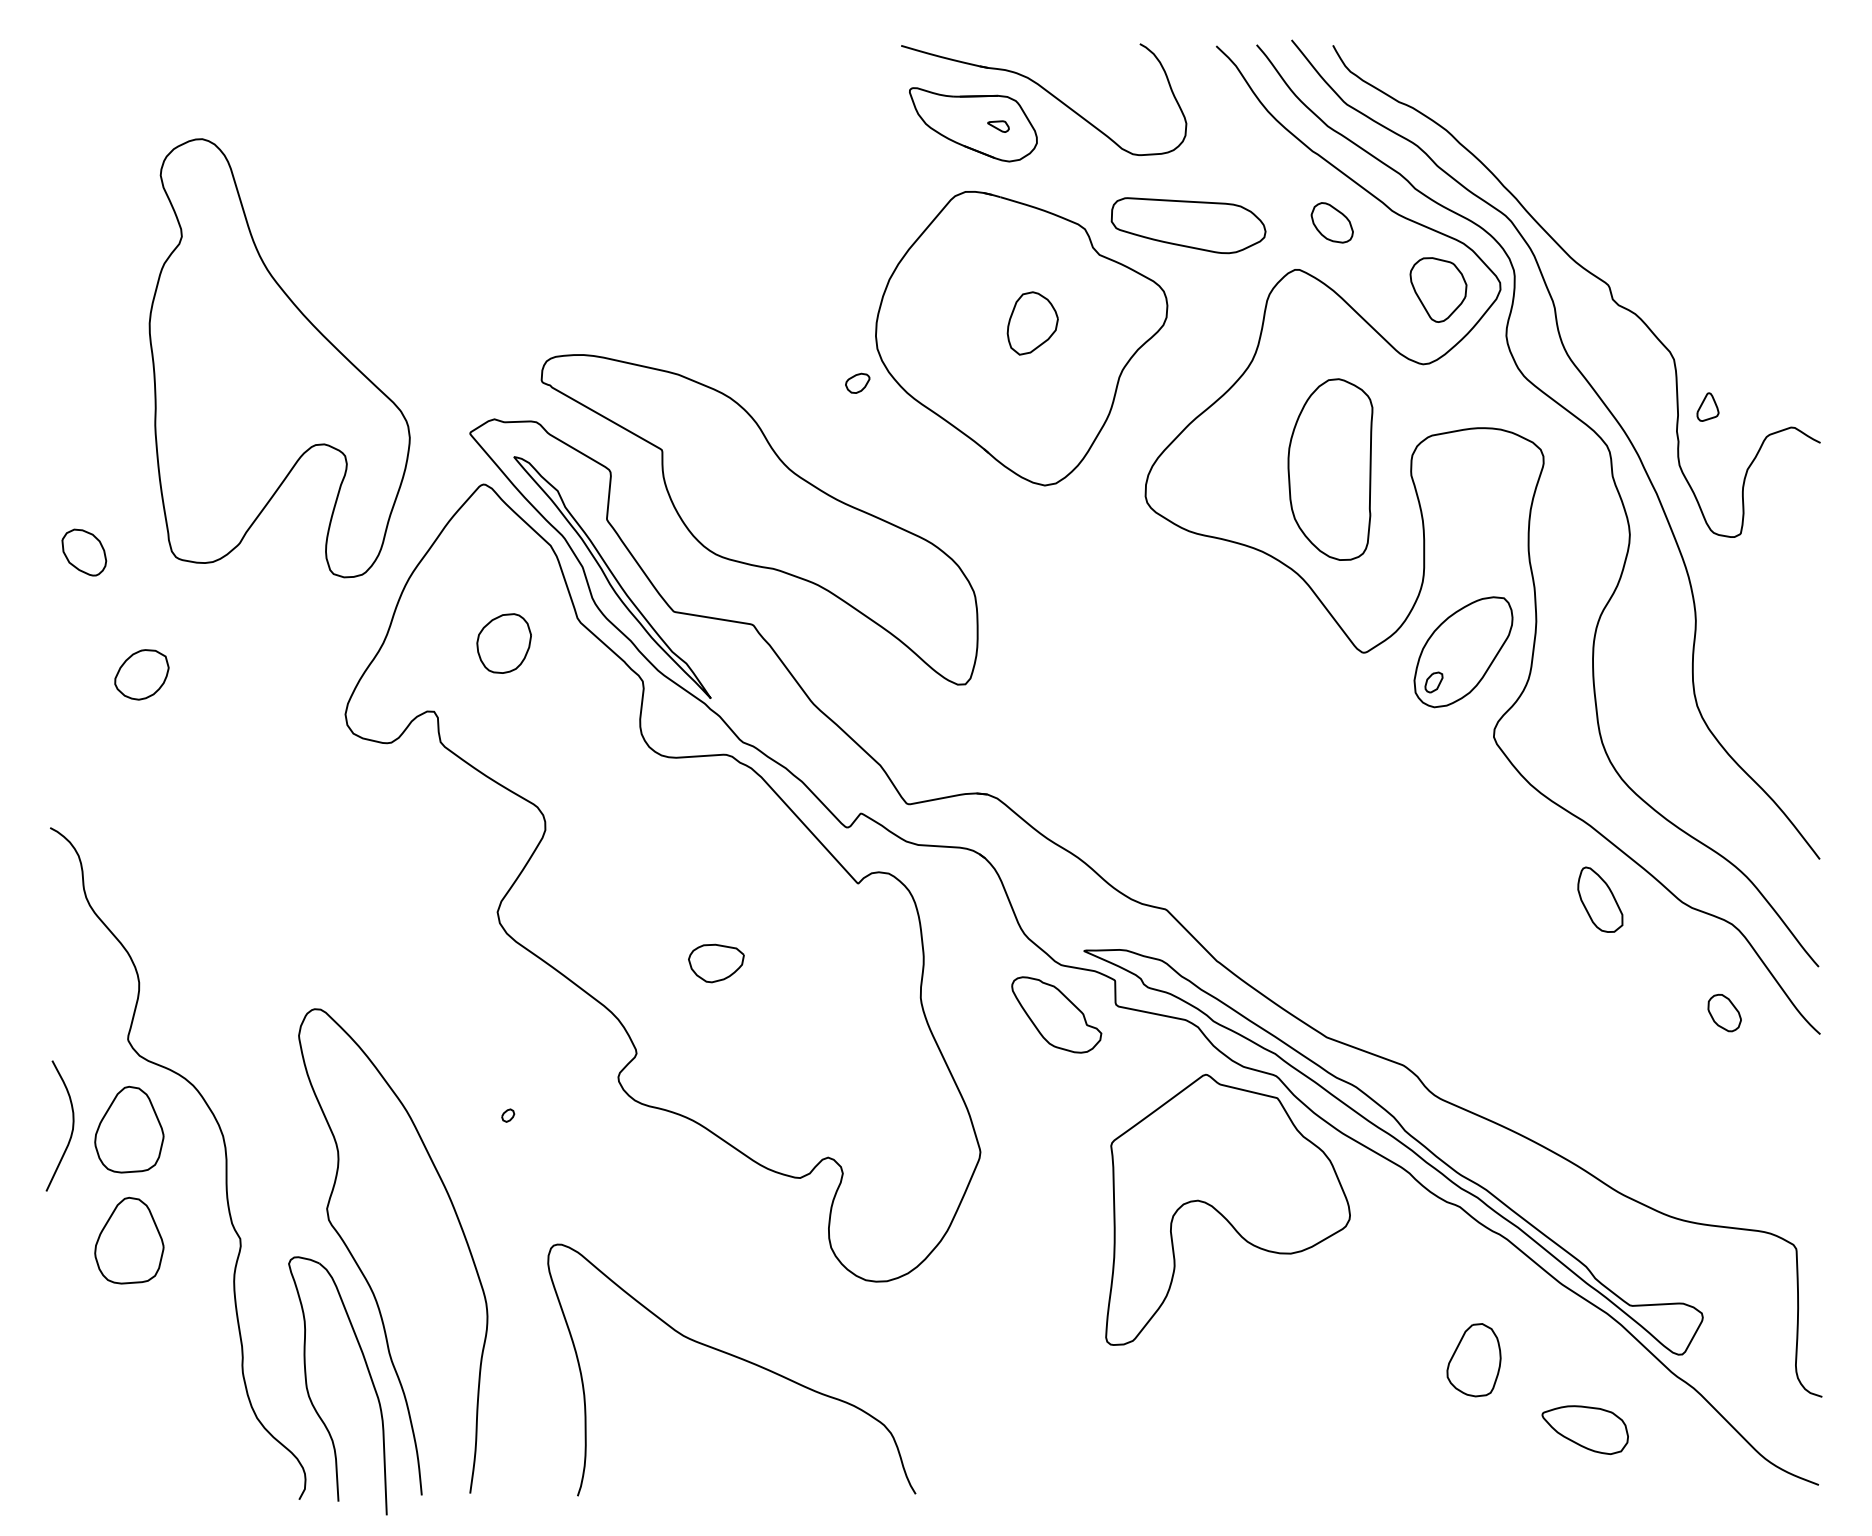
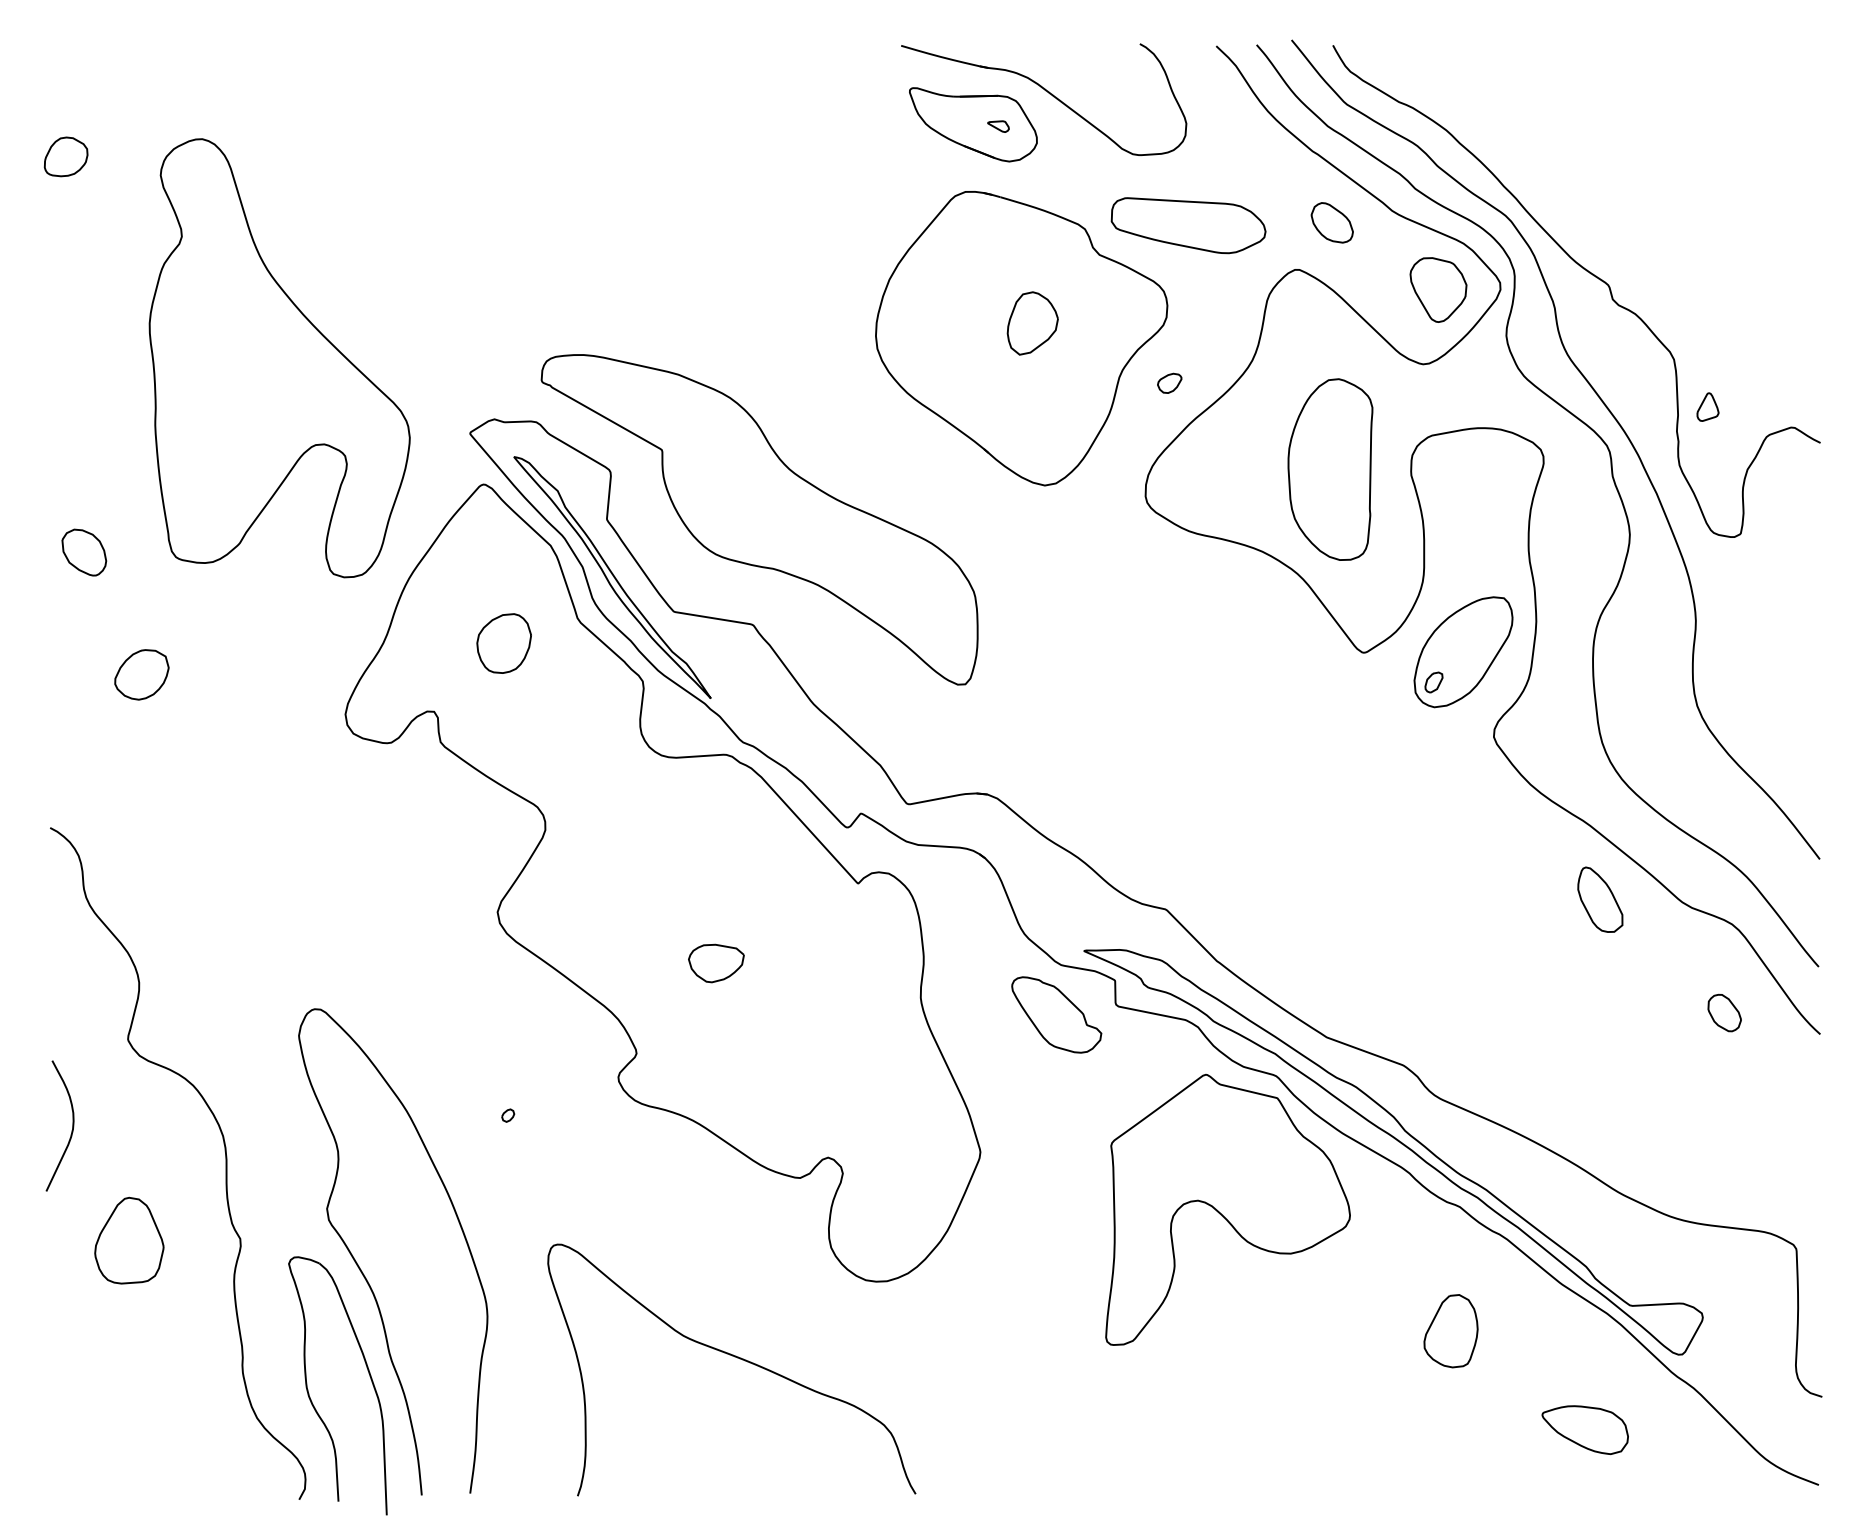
part at (65, 156): none -> present
part at (857, 382) position: (857, 382) -> (1169, 382)
part at (129, 1129): present -> none
part at (1473, 1360) position: (1473, 1360) -> (1450, 1331)
